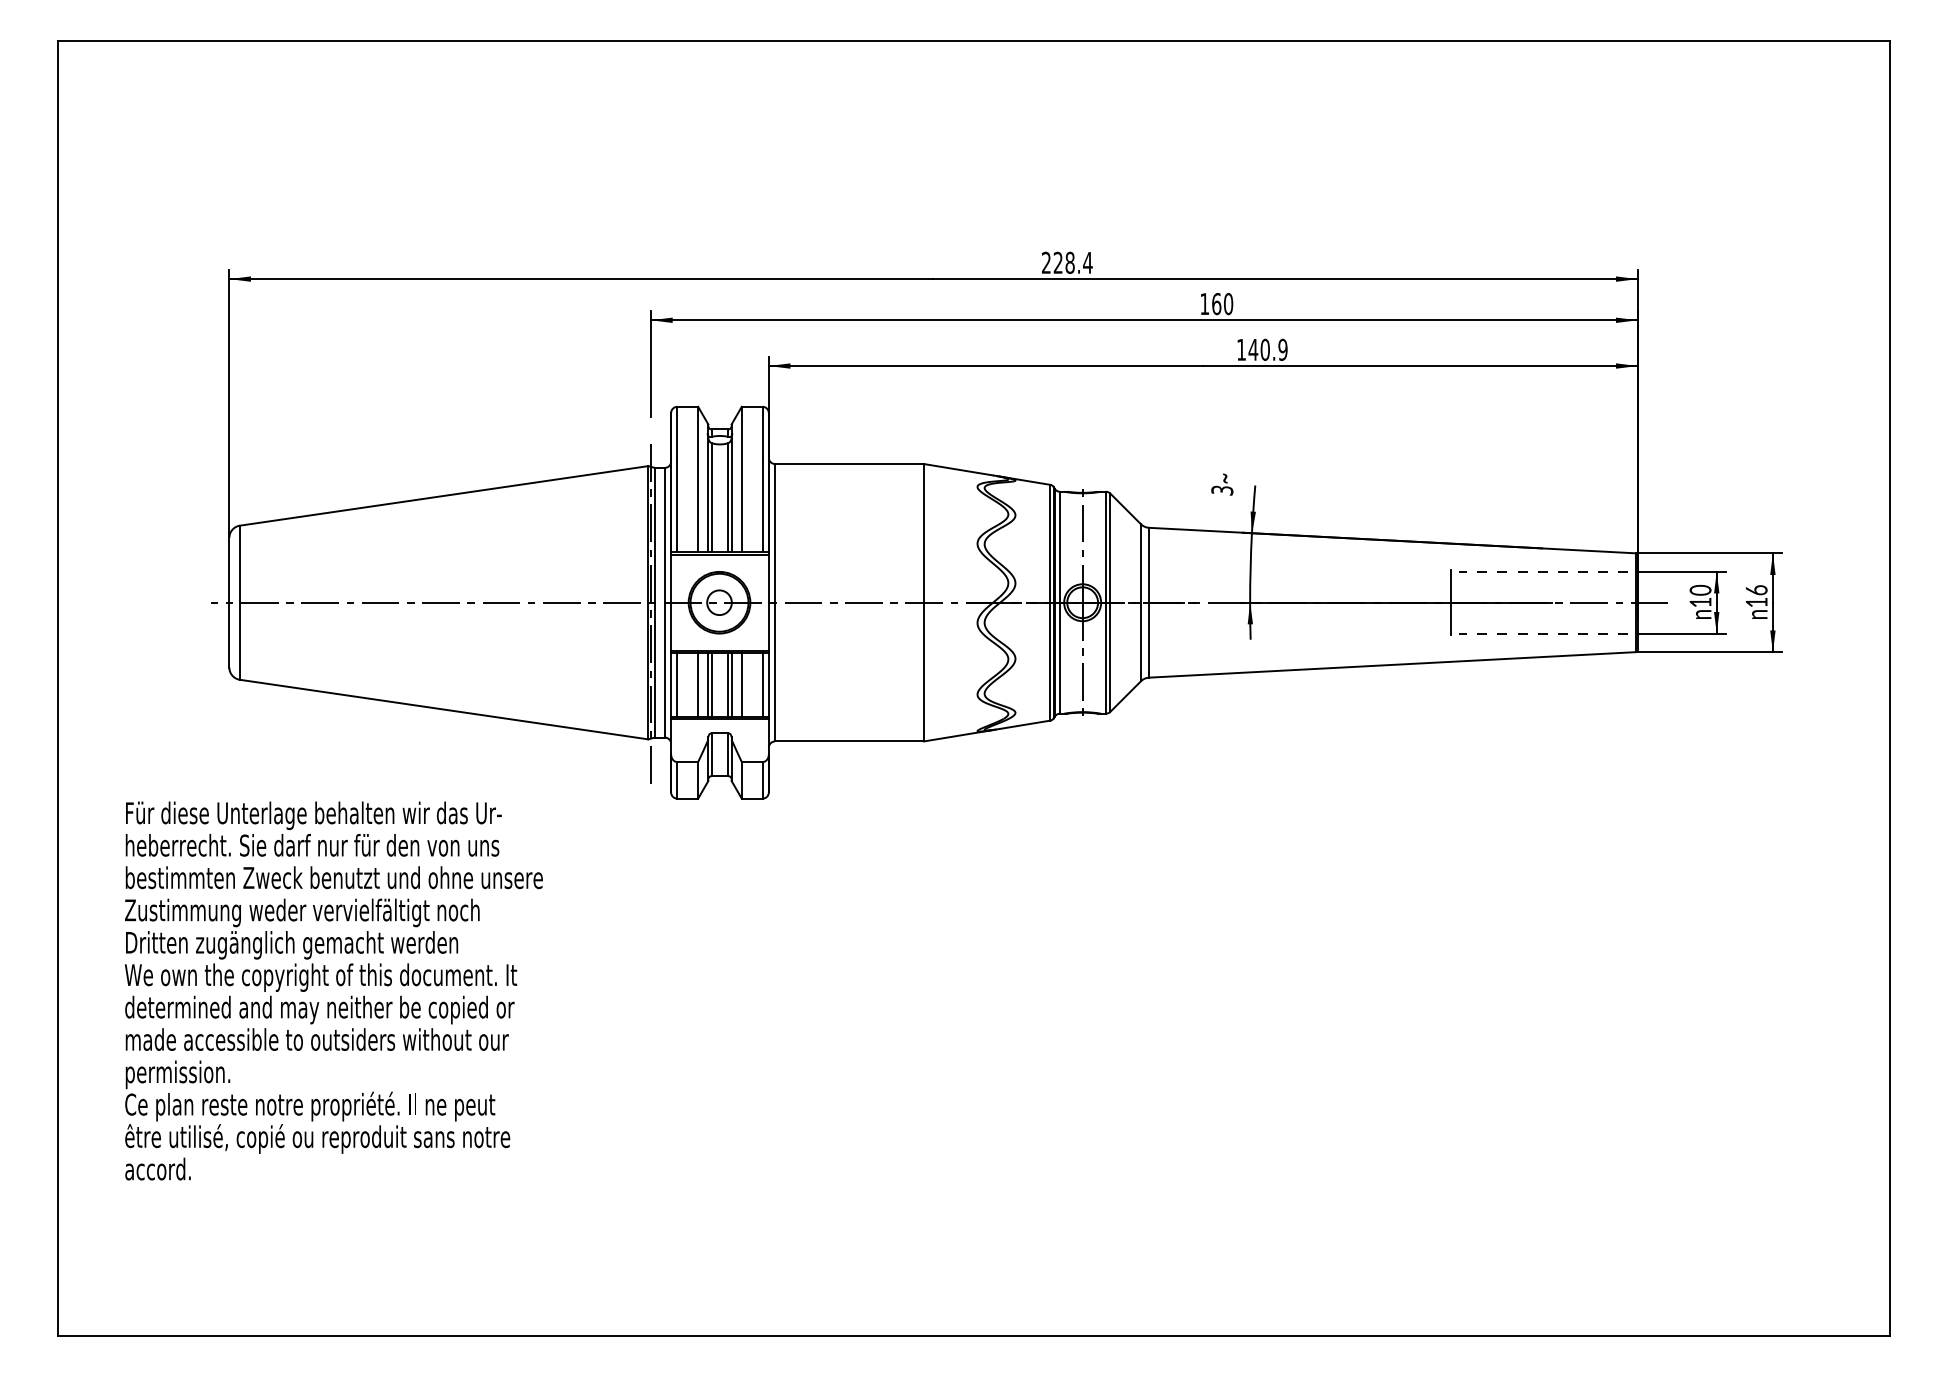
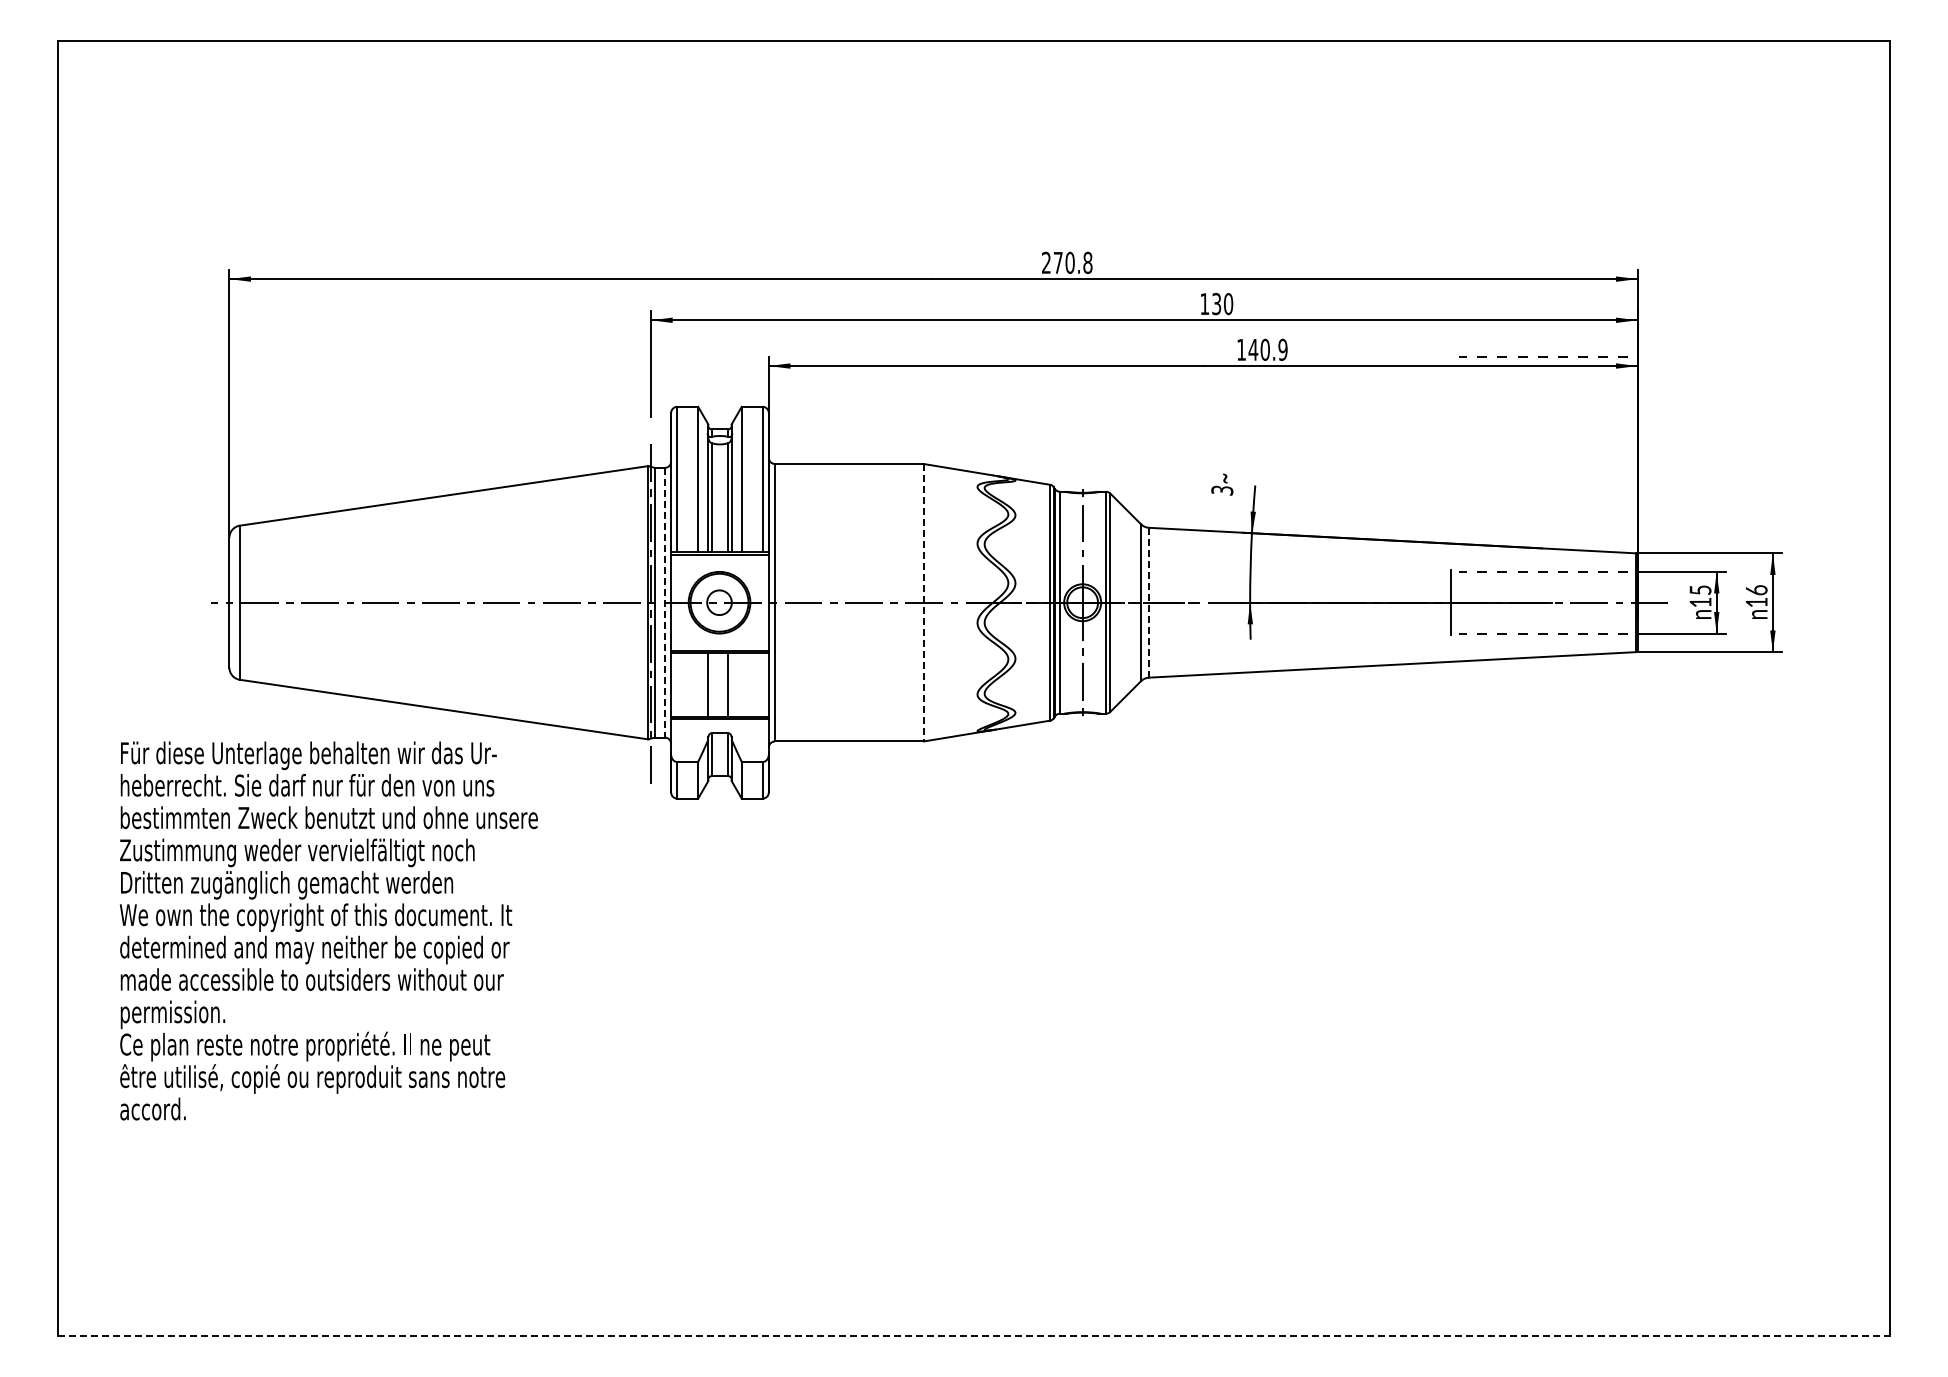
text at (1072, 262): 228.4 -> 270.8
text at (1216, 304): 160 -> 130
line at (1543, 356): none -> present
text at (1700, 589): 10 -> 15
line at (664, 602): solid -> dashed
line at (923, 602): solid -> dashed
line at (1149, 602): solid -> dashed
line at (677, 684): present -> none
line at (698, 684): present -> none
line at (711, 684): present -> none
line at (731, 684): present -> none
line at (741, 684): present -> none
line at (762, 684): present -> none
text at (333, 990) position: (333, 990) -> (328, 930)
line at (974, 1335): solid -> dashed
